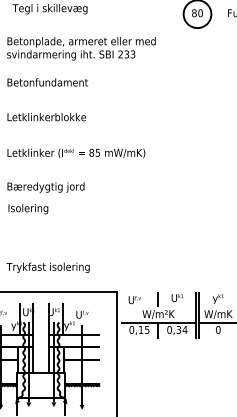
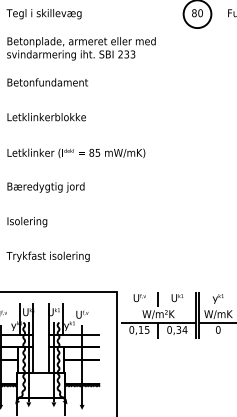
text at (49, 9) position: (49, 9) -> (43, 14)
text at (28, 209) position: (28, 209) -> (27, 222)
text at (47, 267) position: (47, 267) -> (47, 256)
text at (134, 300) position: (134, 300) -> (139, 298)
